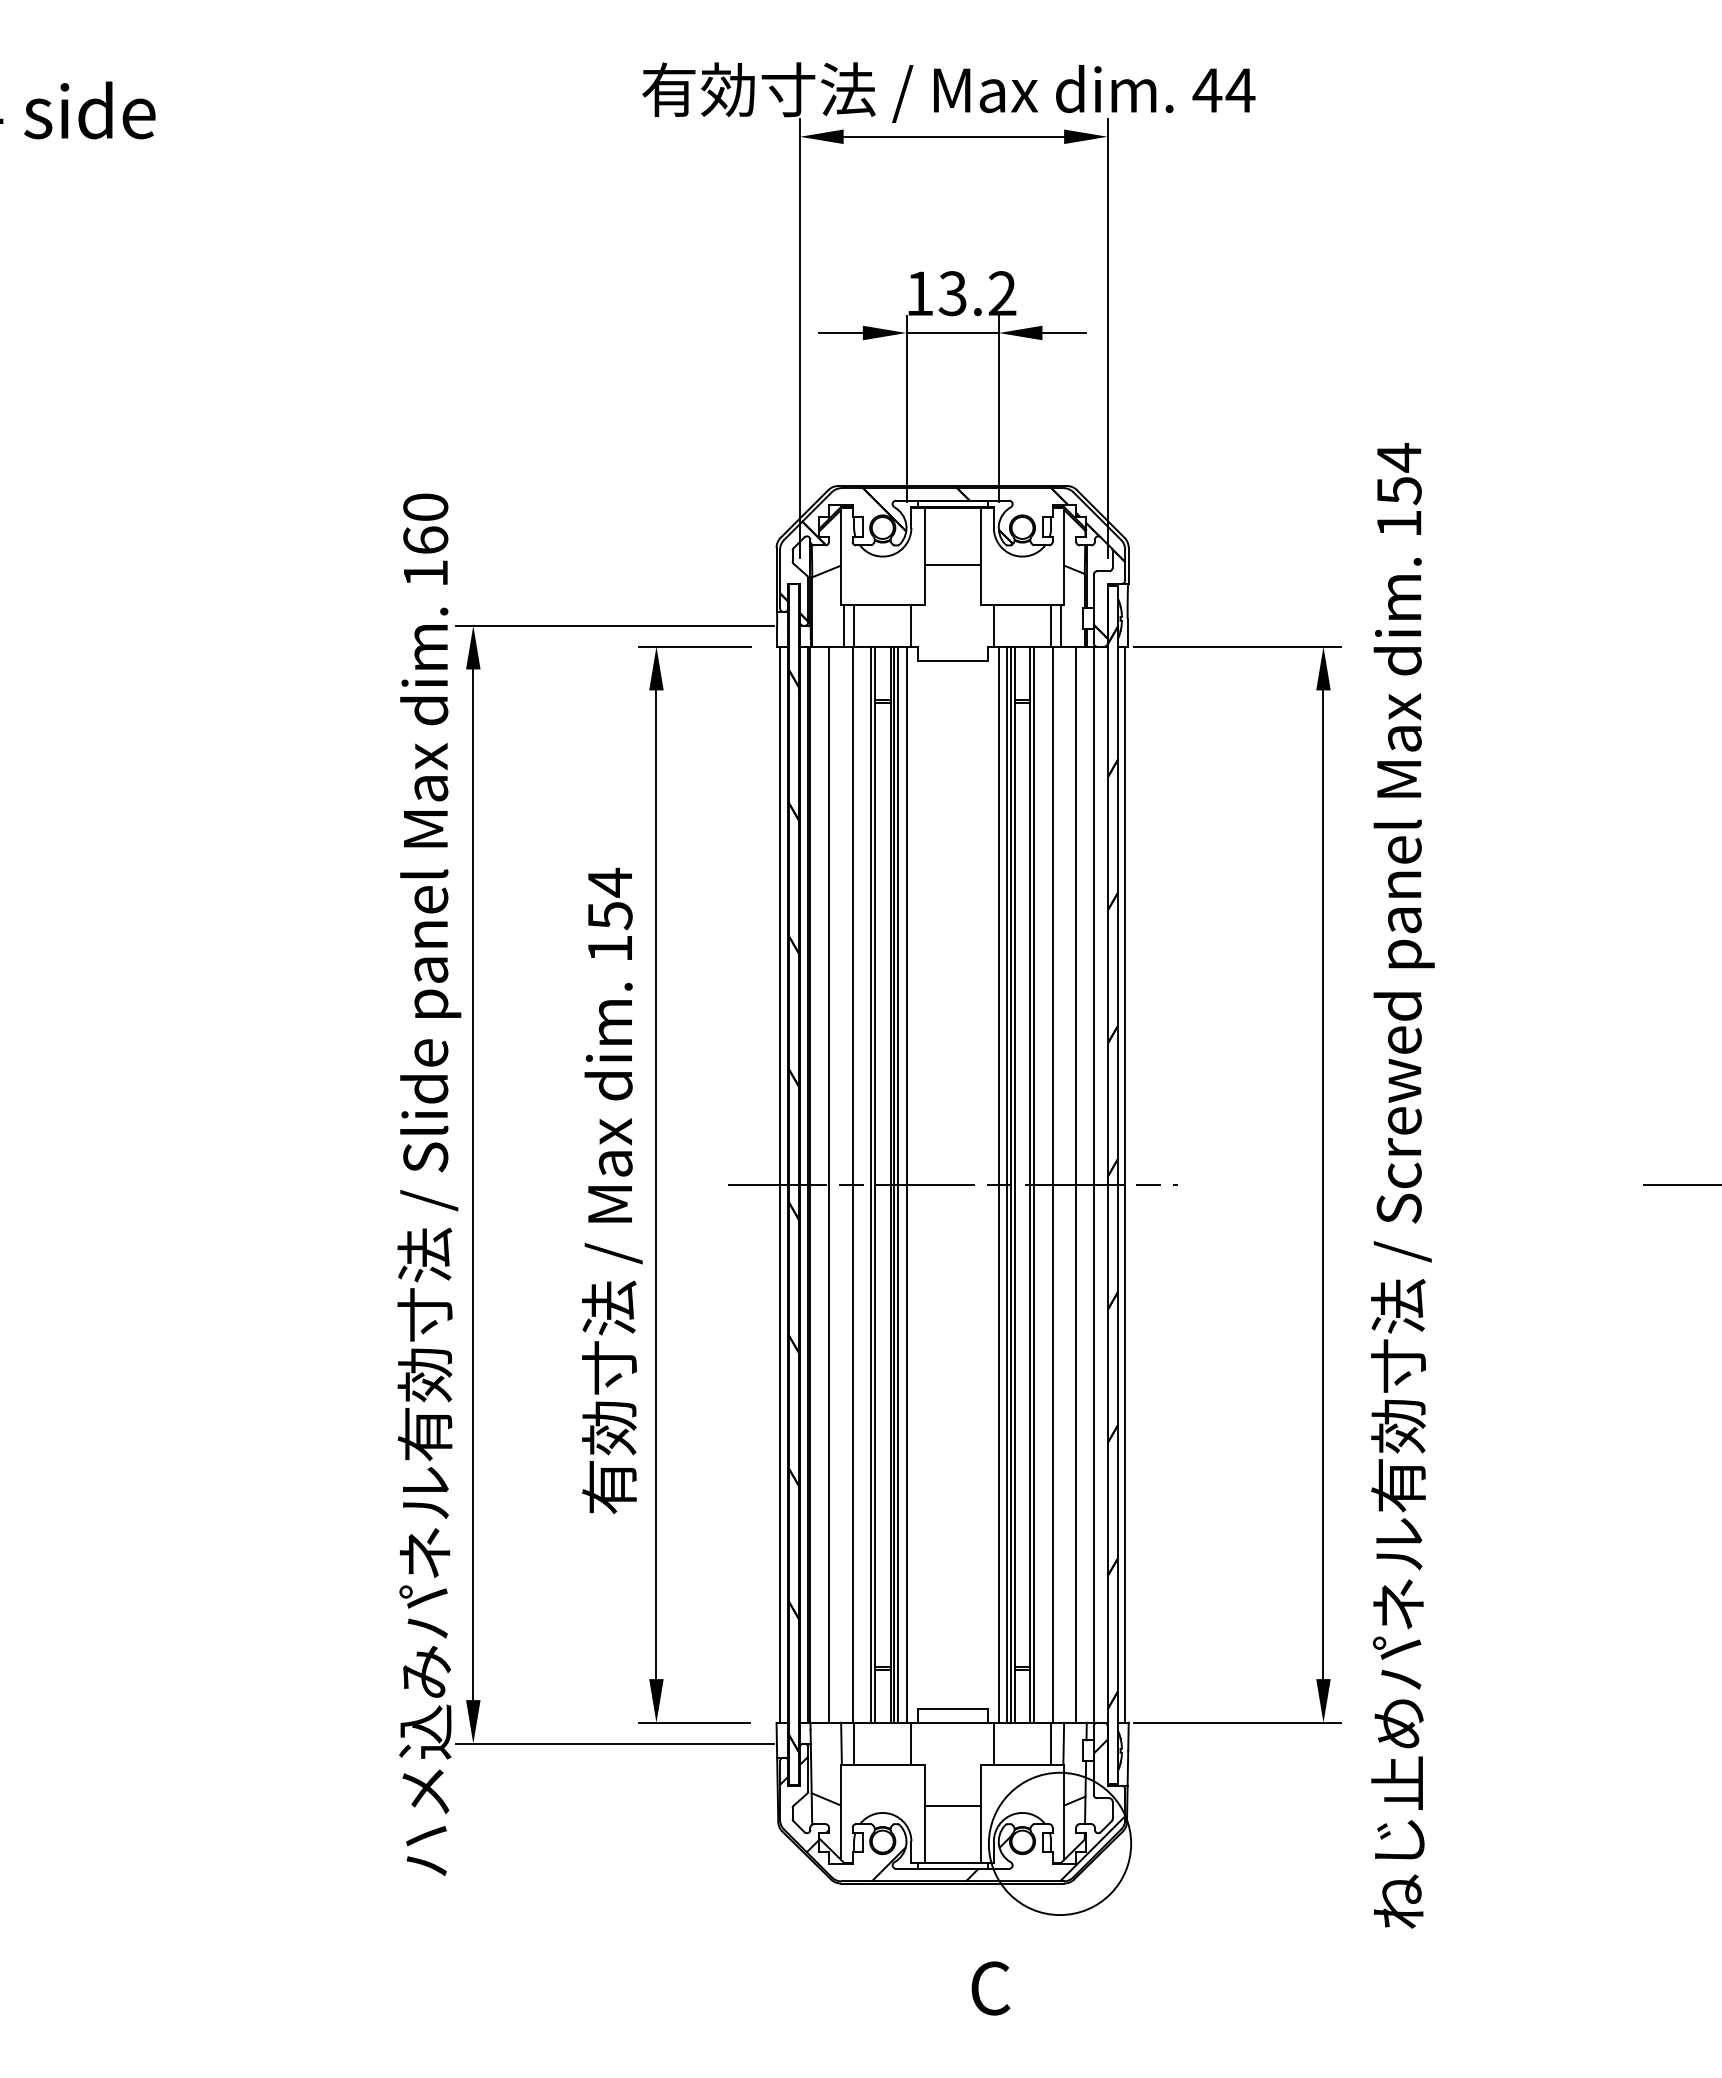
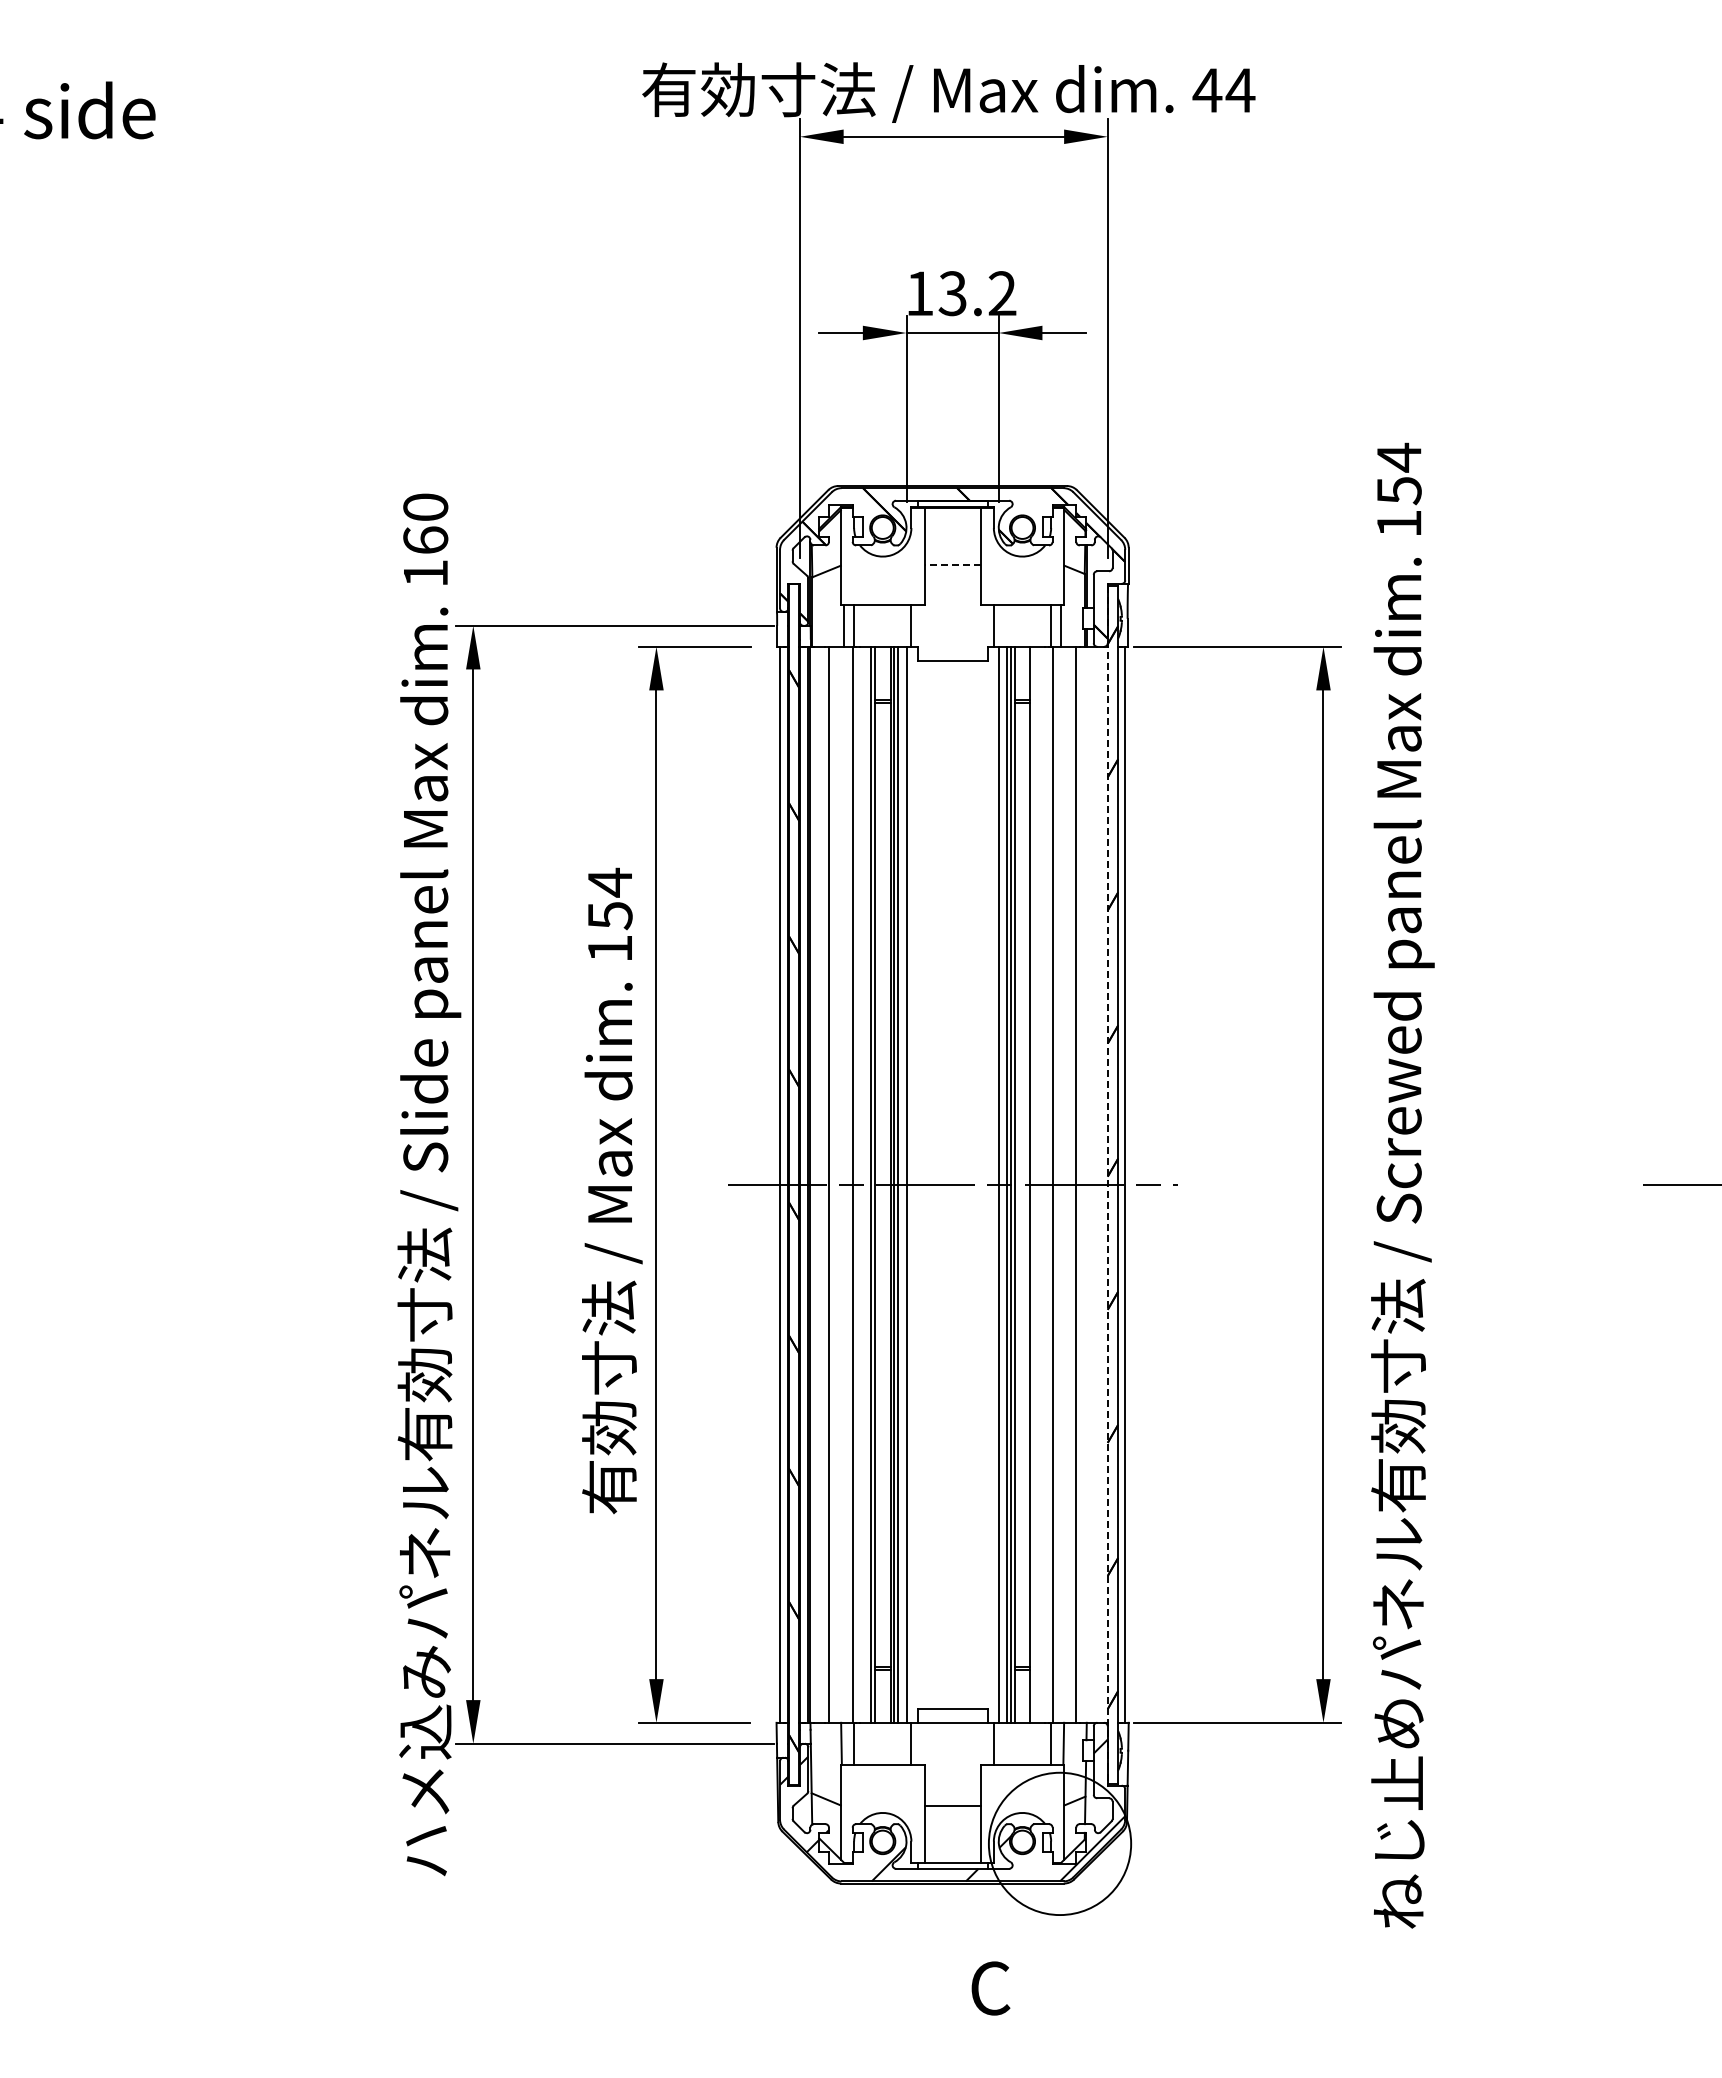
line at (952, 564): solid -> dashed
line at (1034, 1184): present -> none
line at (1093, 1184): present -> none
line at (1107, 1185): solid -> dashed
